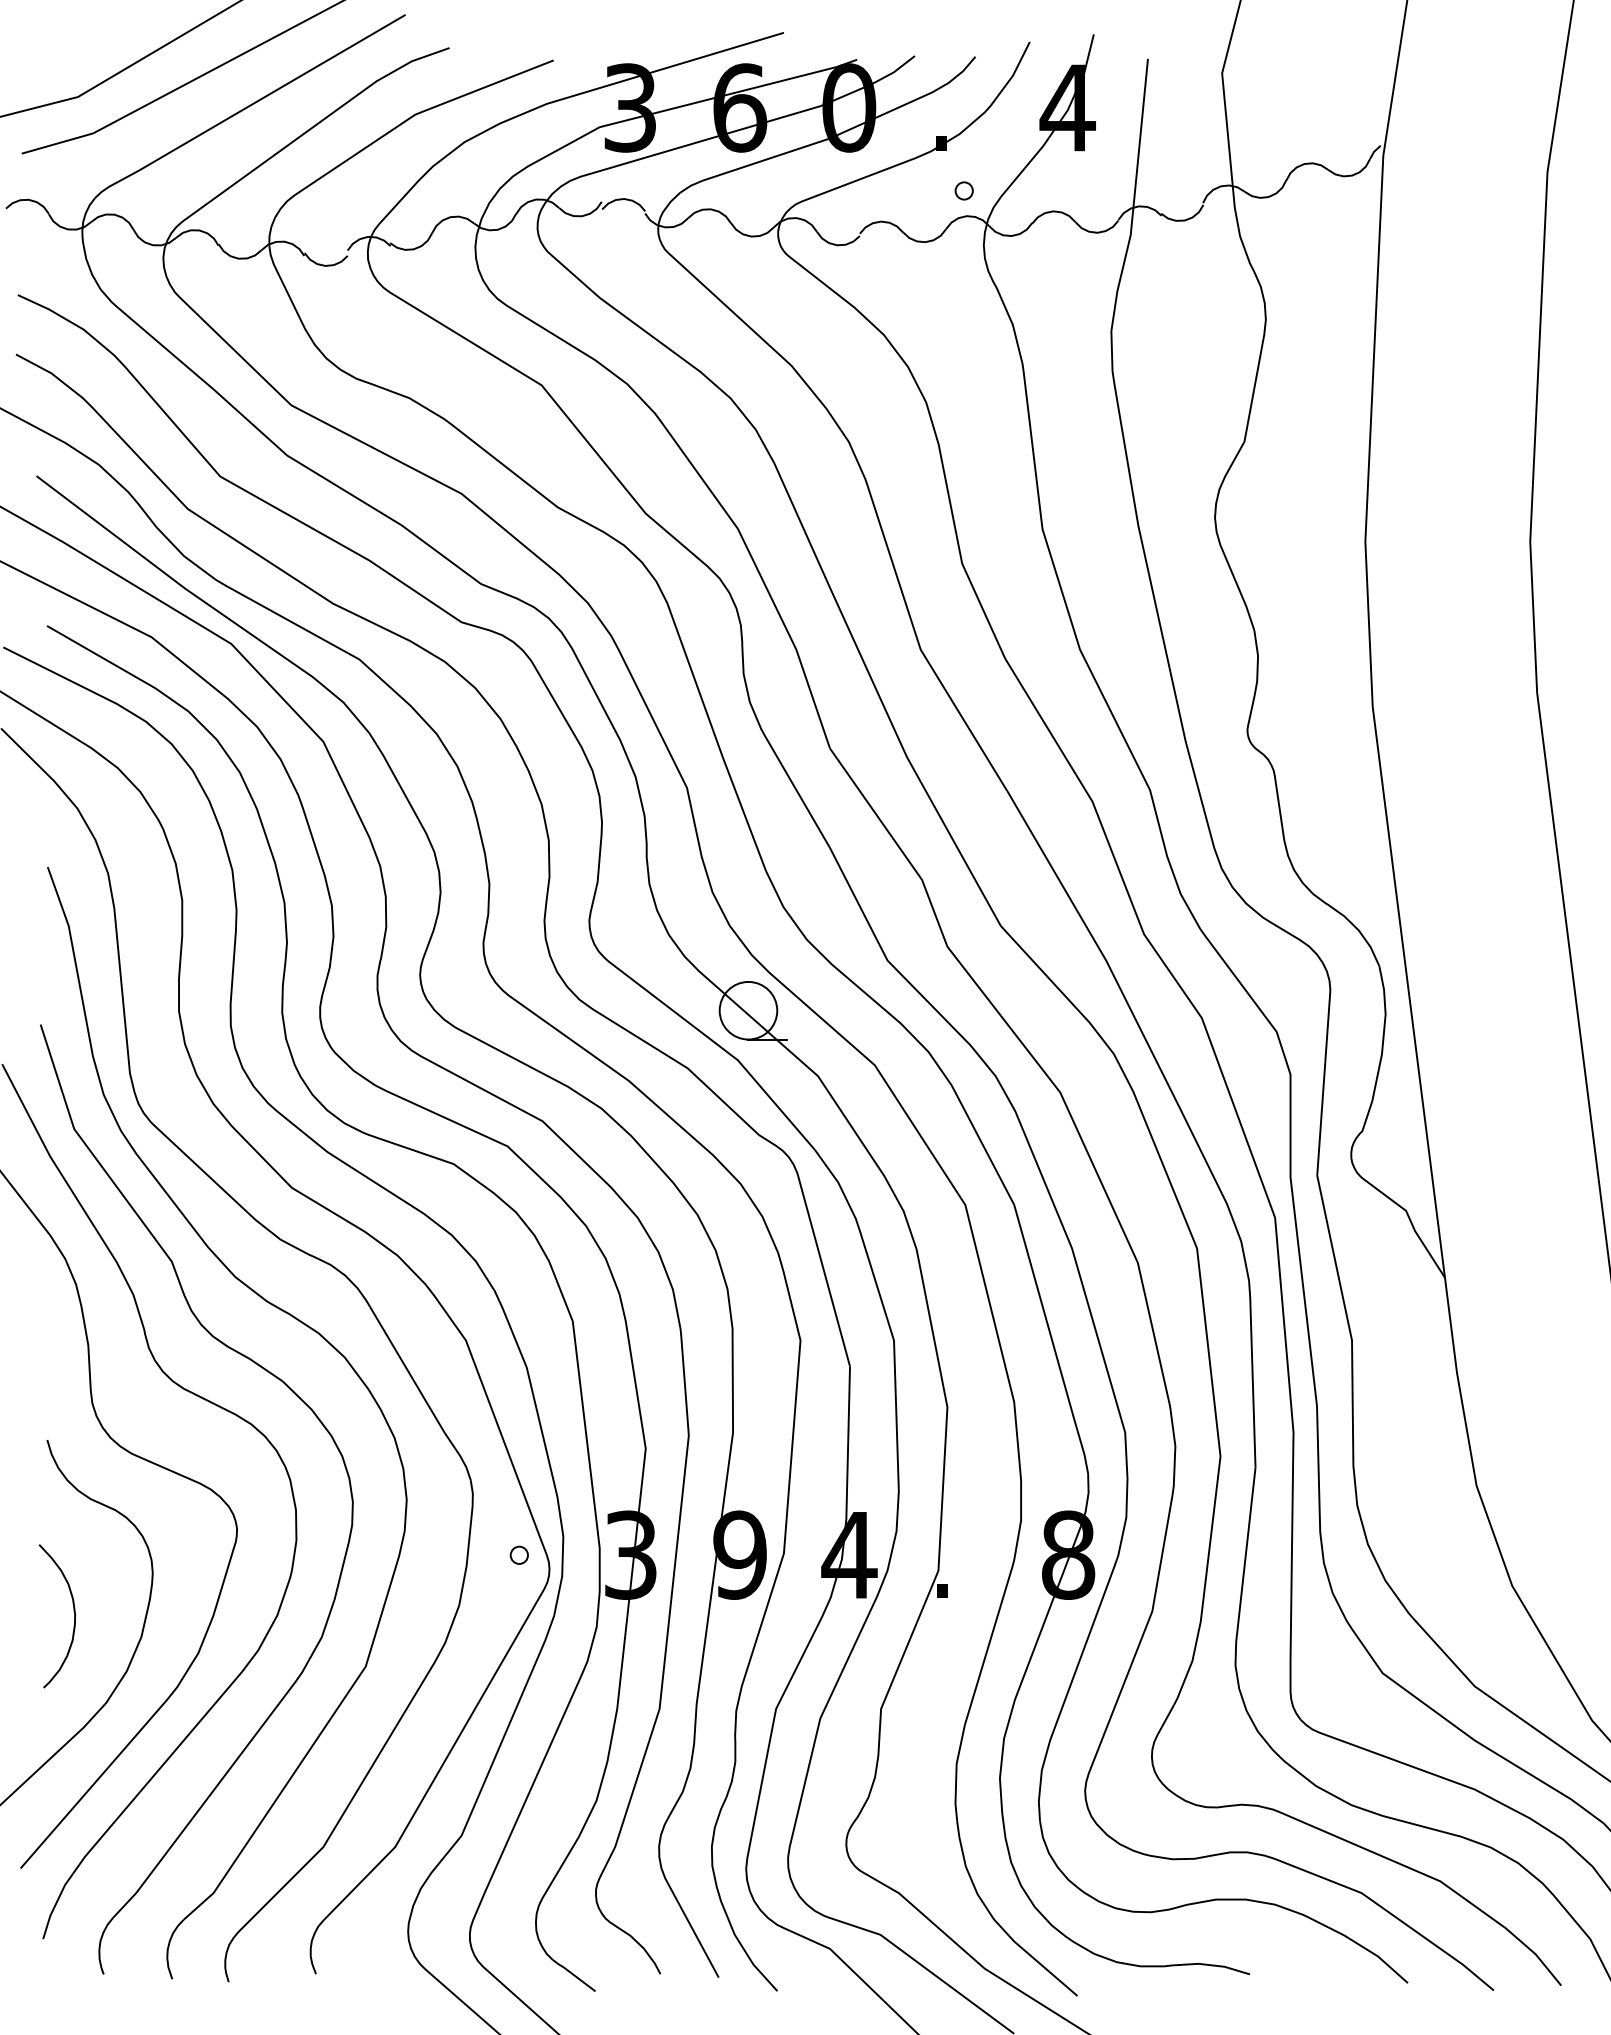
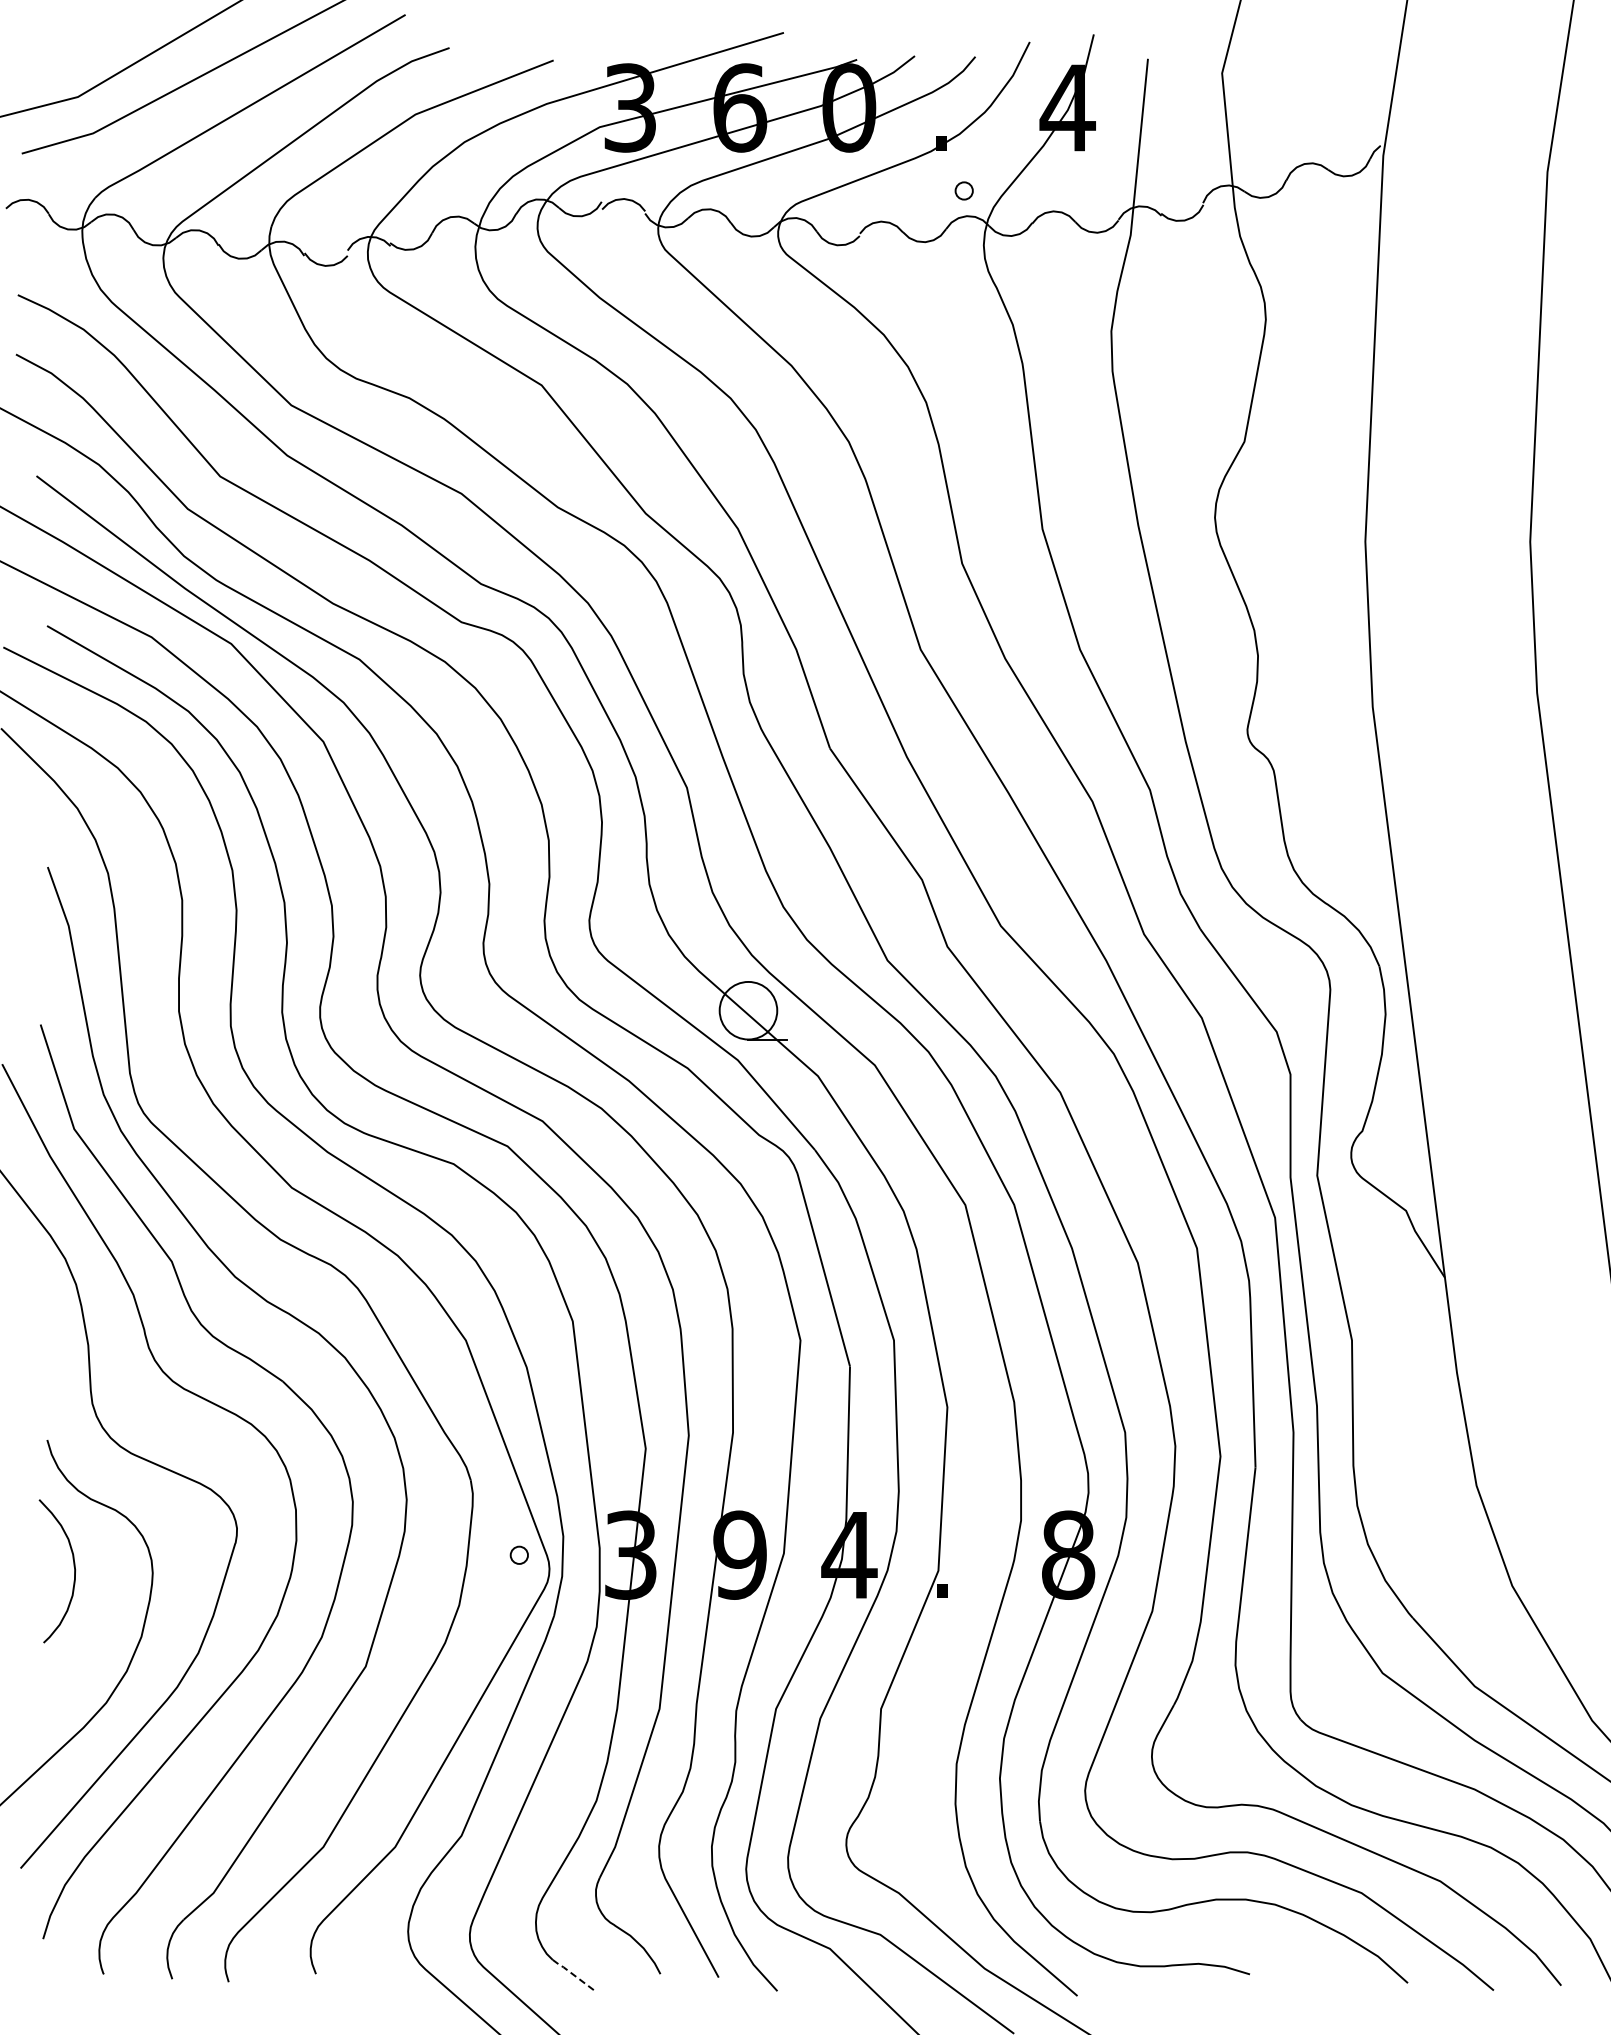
curve at (73, 1611) position: (73, 1611) -> (73, 1566)
line at (573, 1974): solid -> dashed
